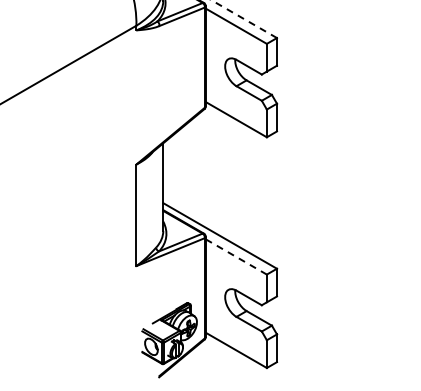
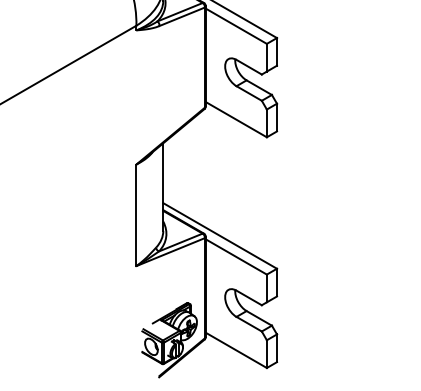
line at (244, 19): dashed -> solid
line at (236, 257): dashed -> solid
